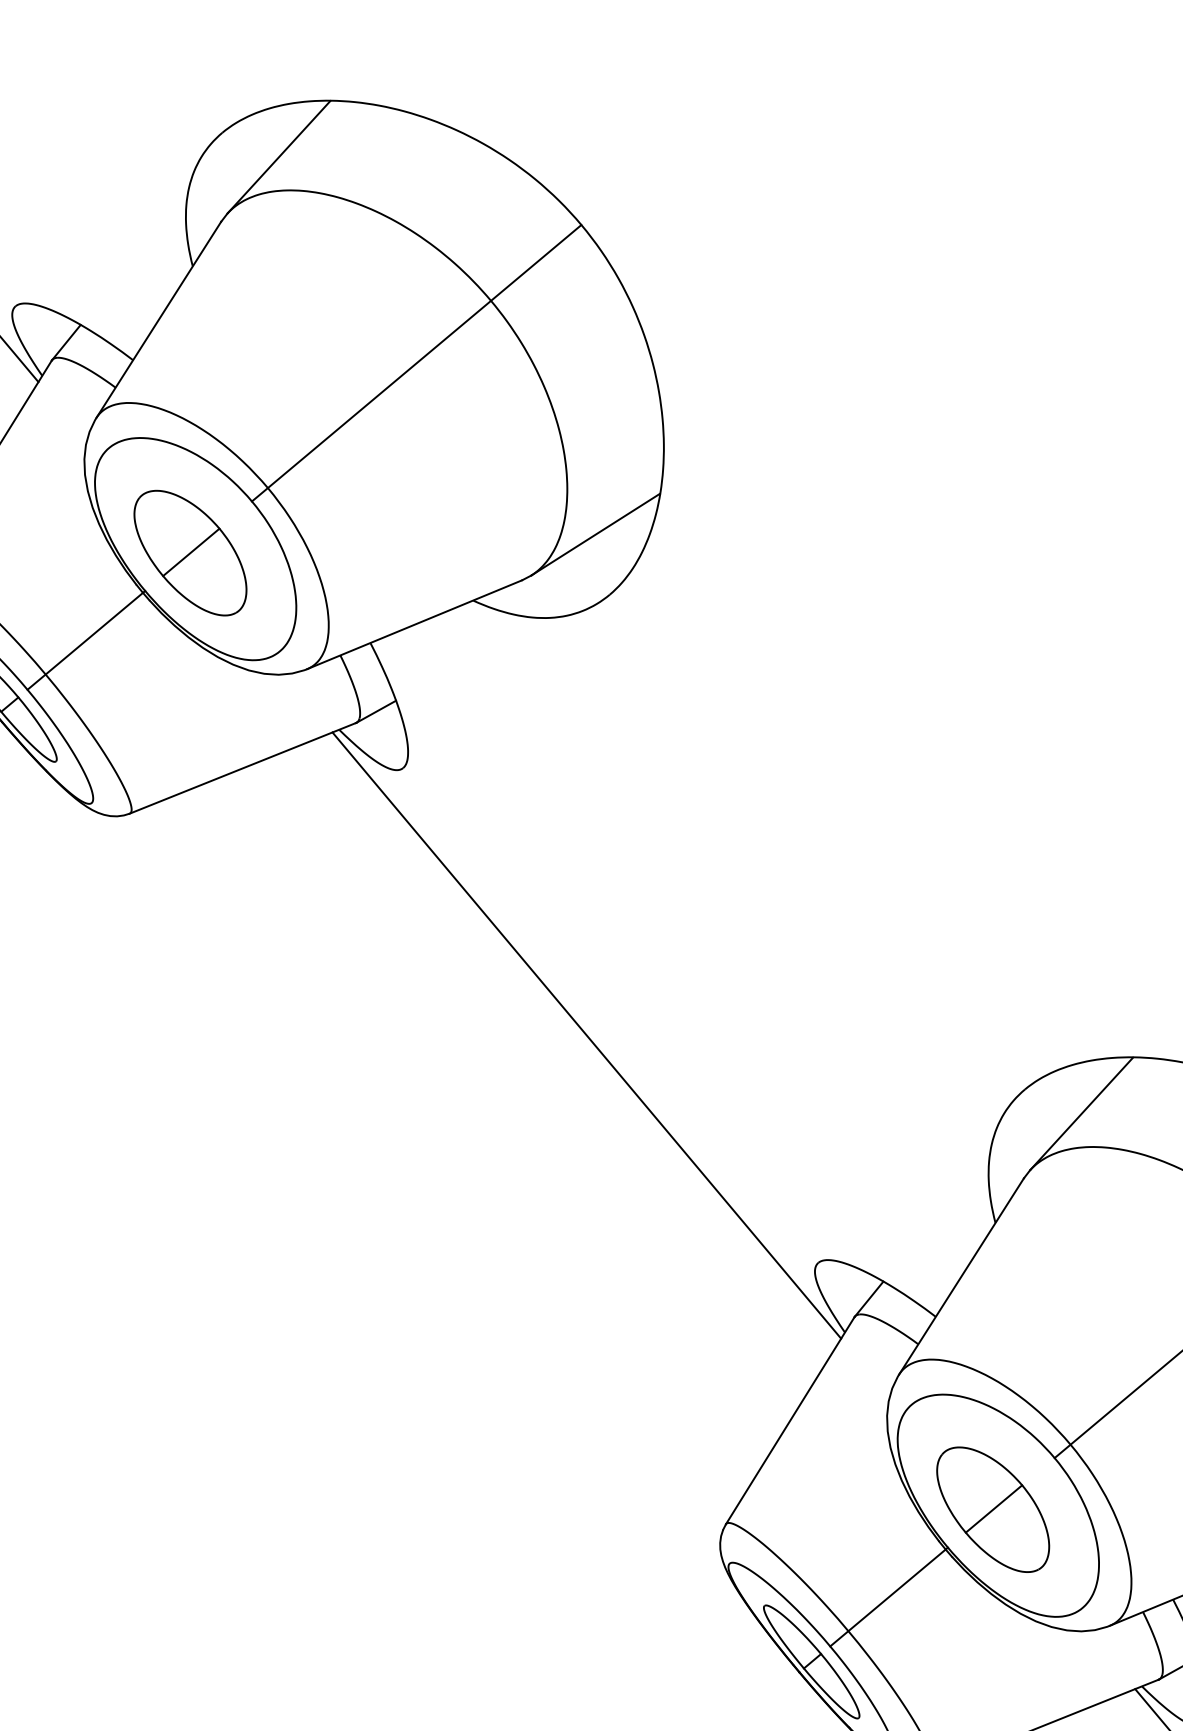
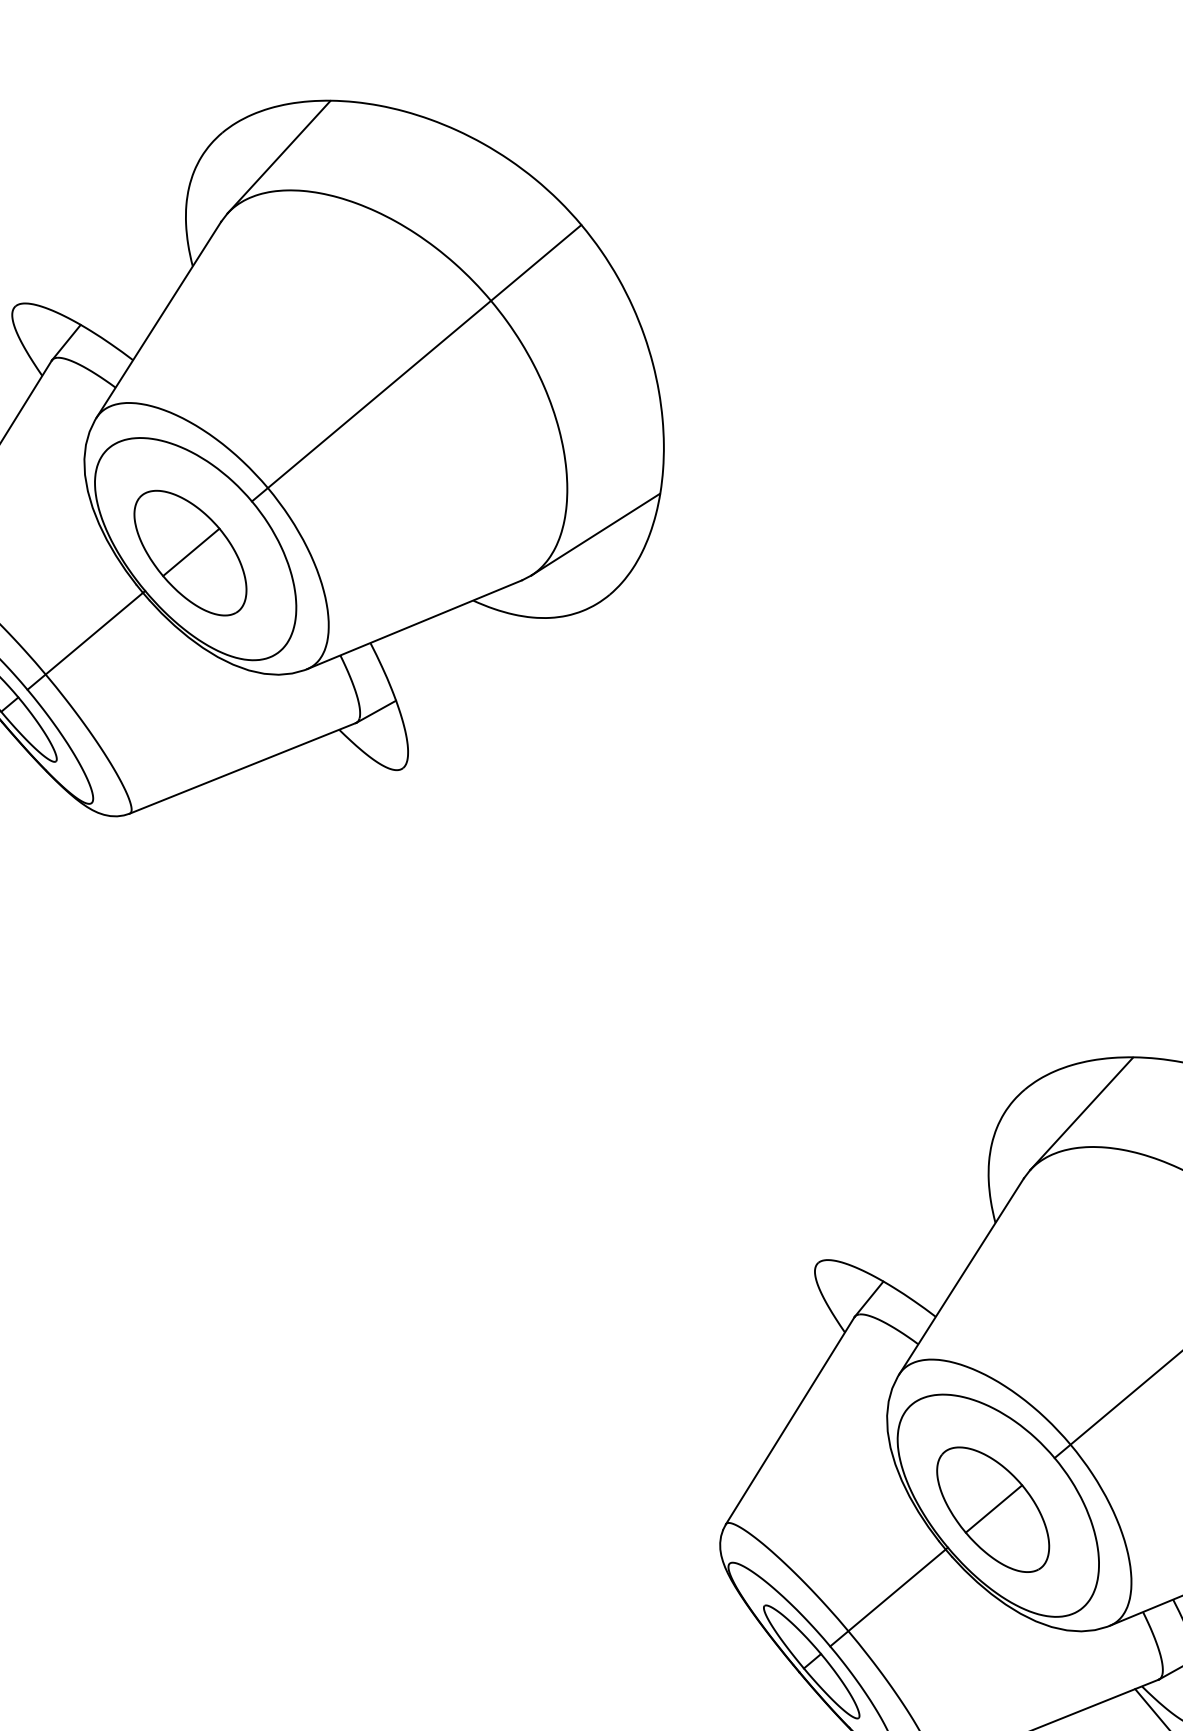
line at (20, 360): present -> none
line at (586, 1035): present -> none
